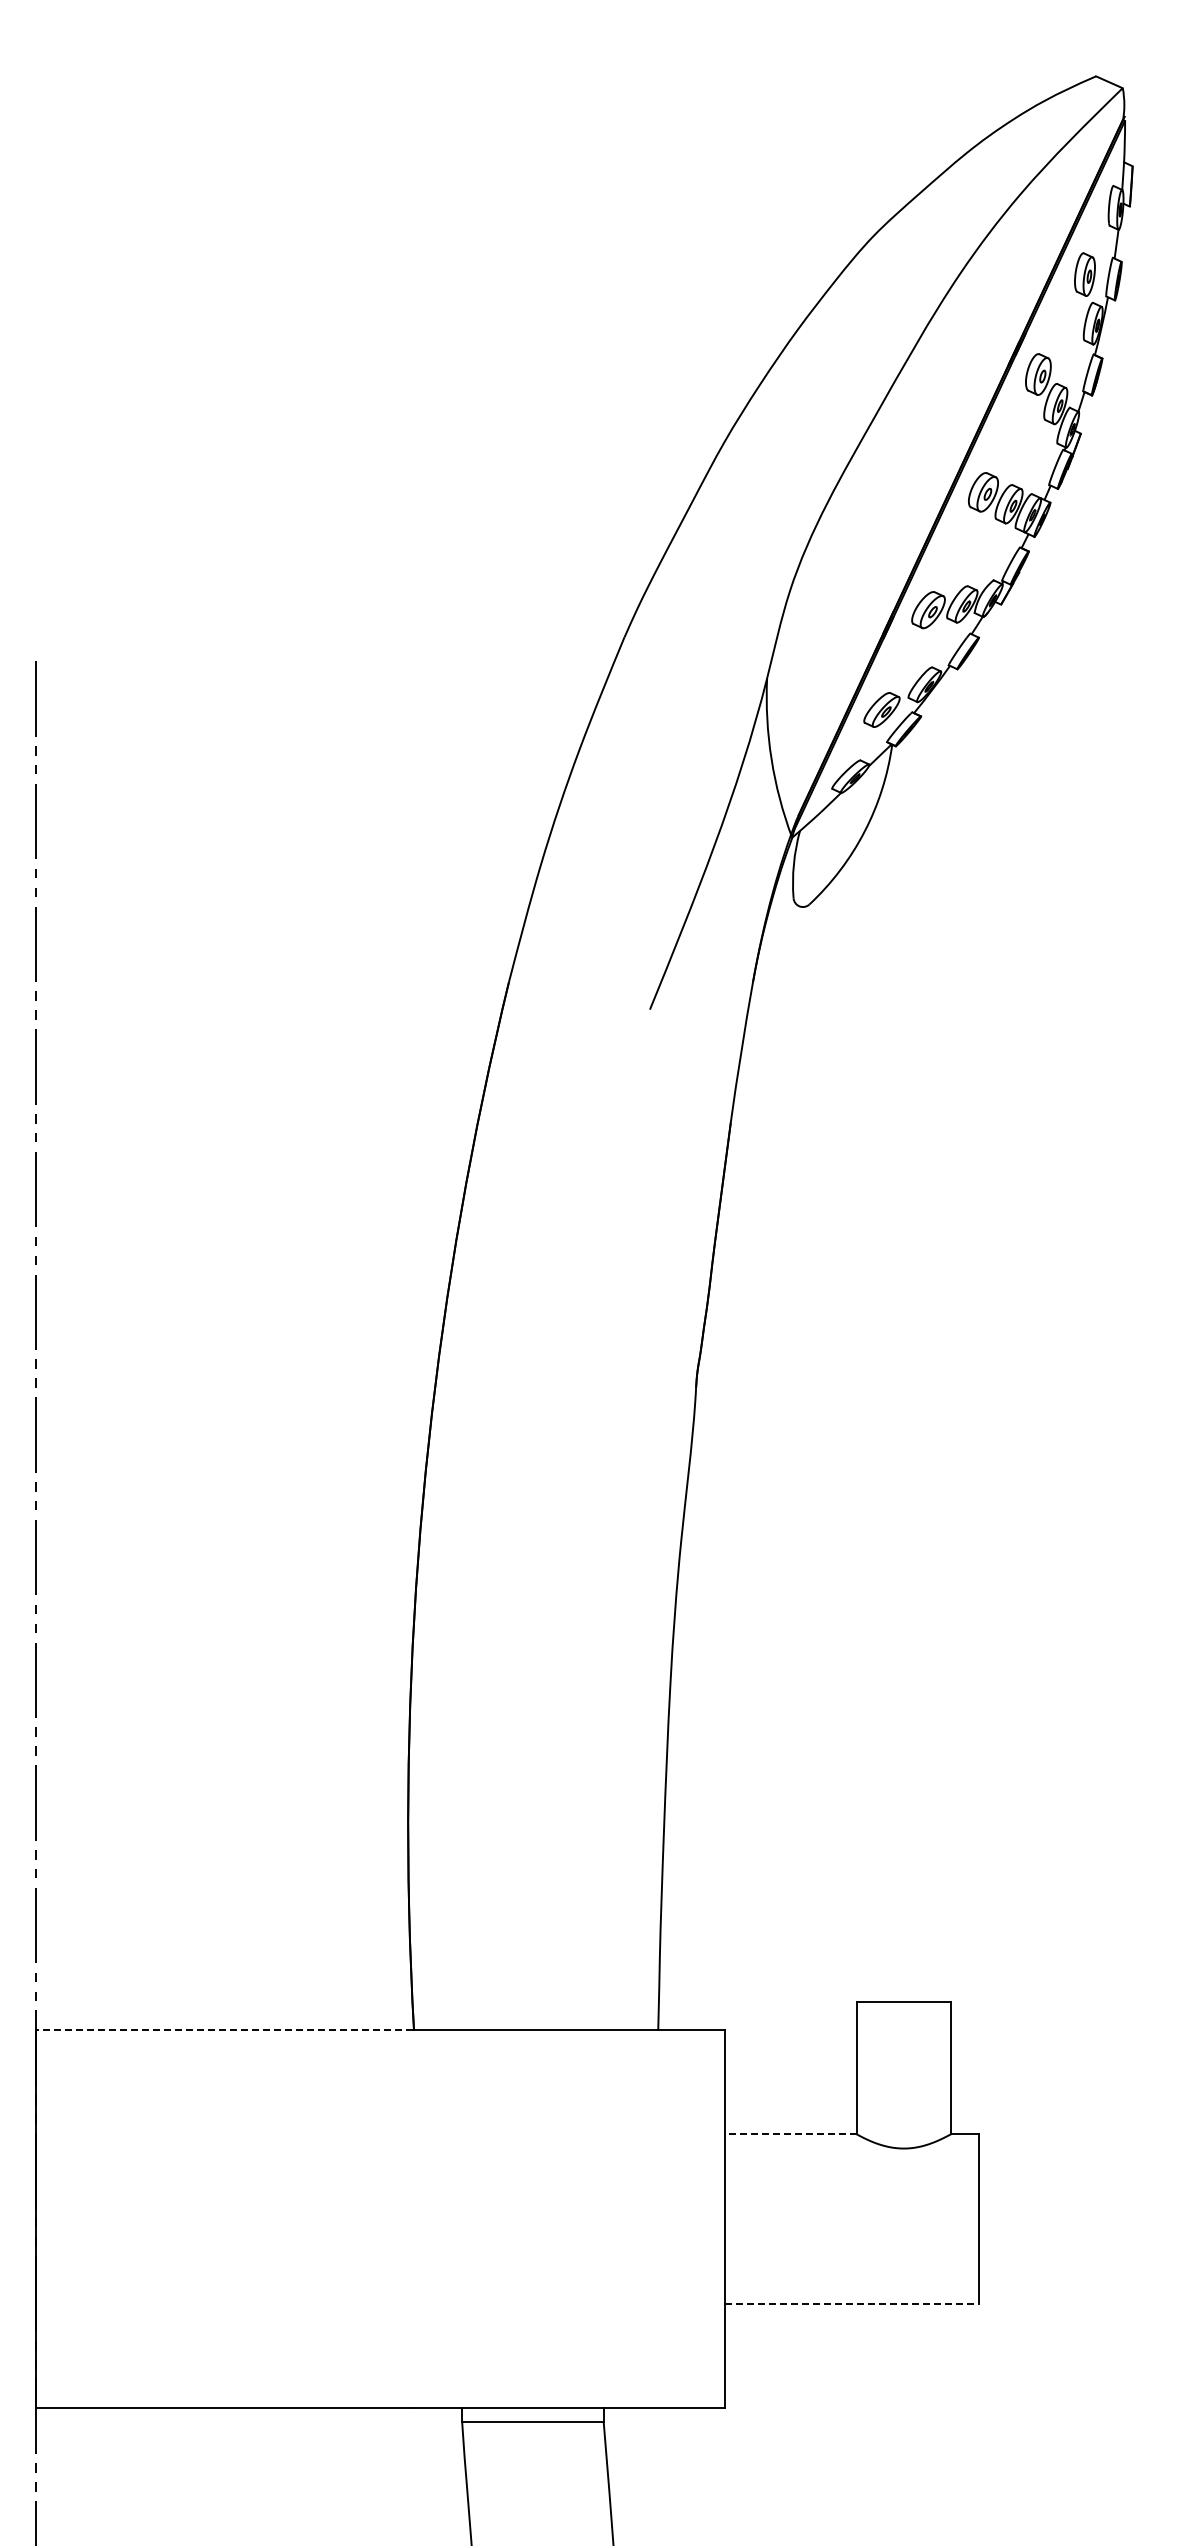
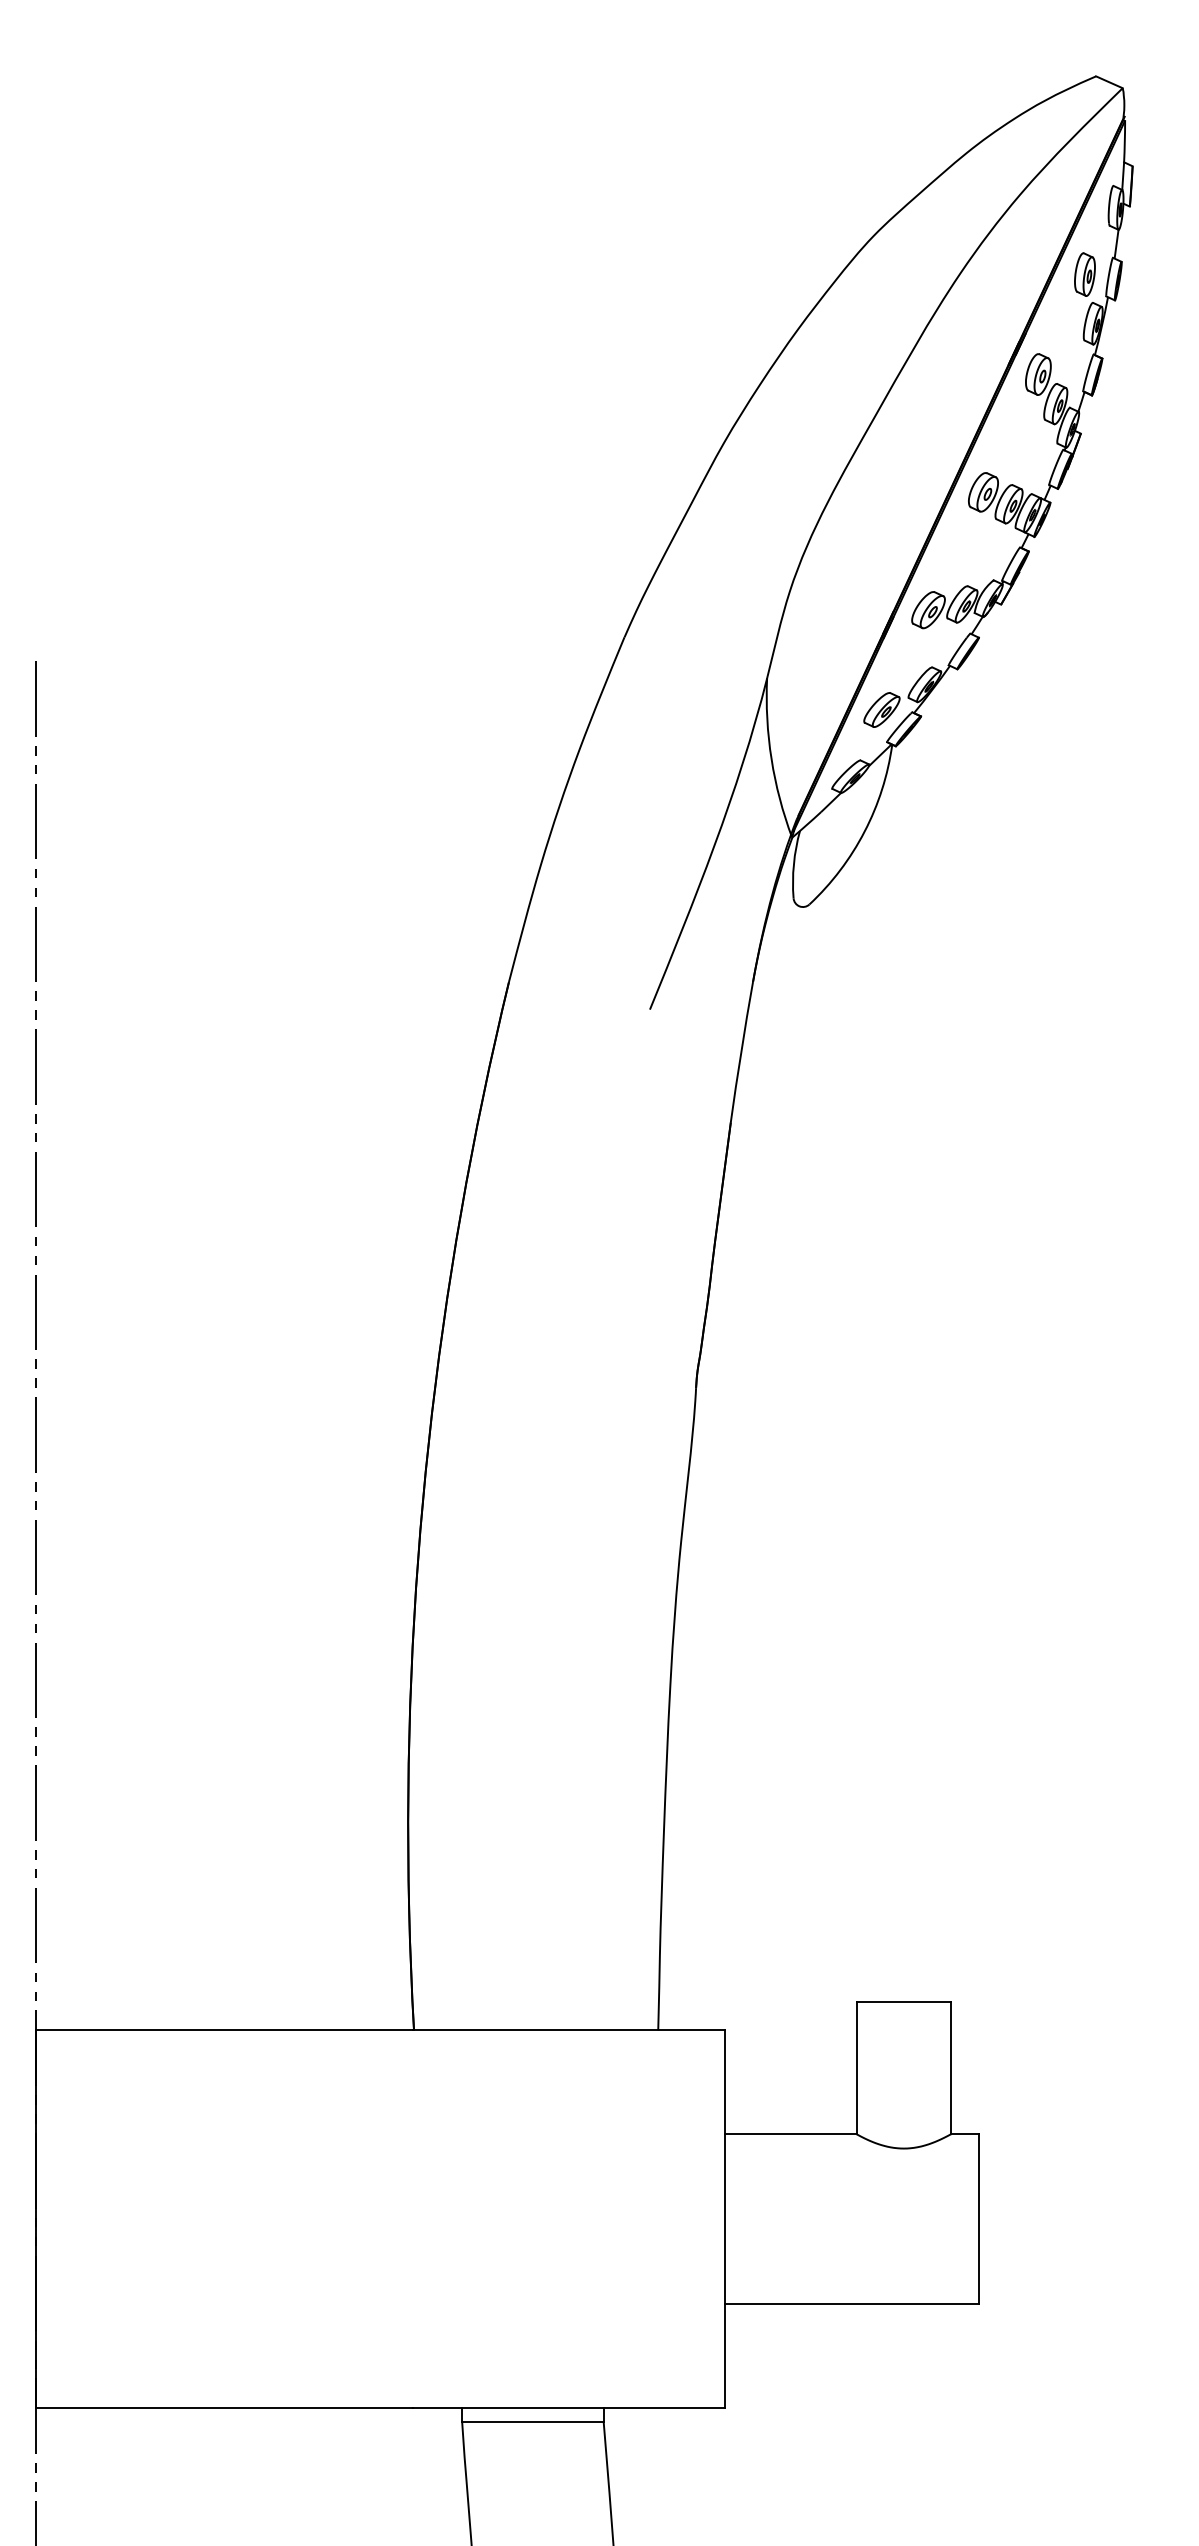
line at (224, 2030): dashed -> solid
line at (790, 2134): dashed -> solid
line at (852, 2304): dashed -> solid
